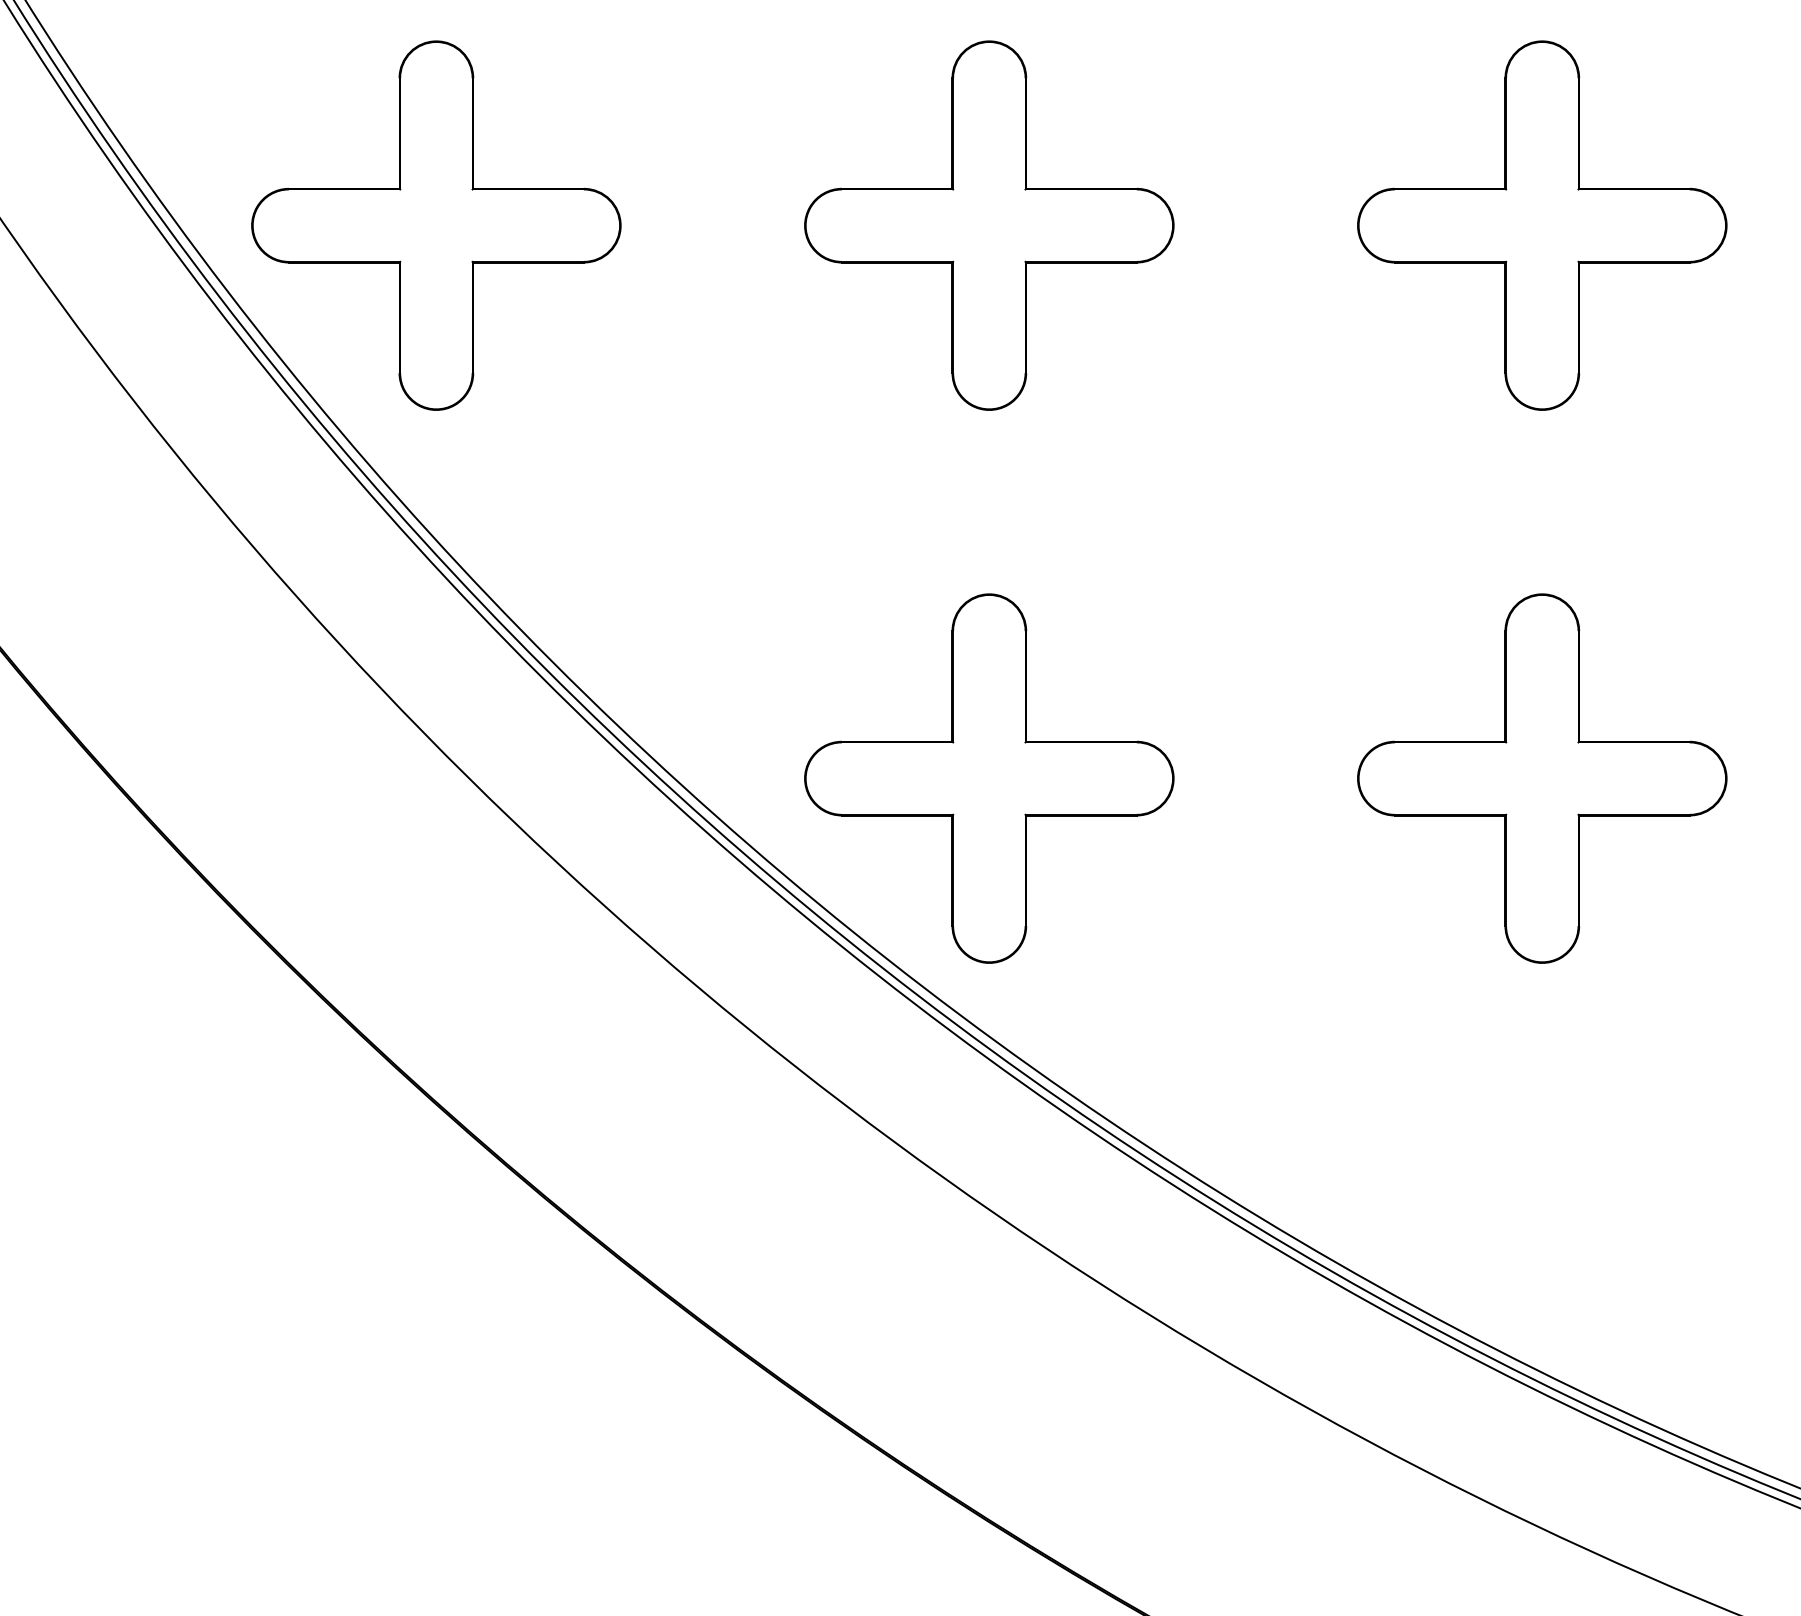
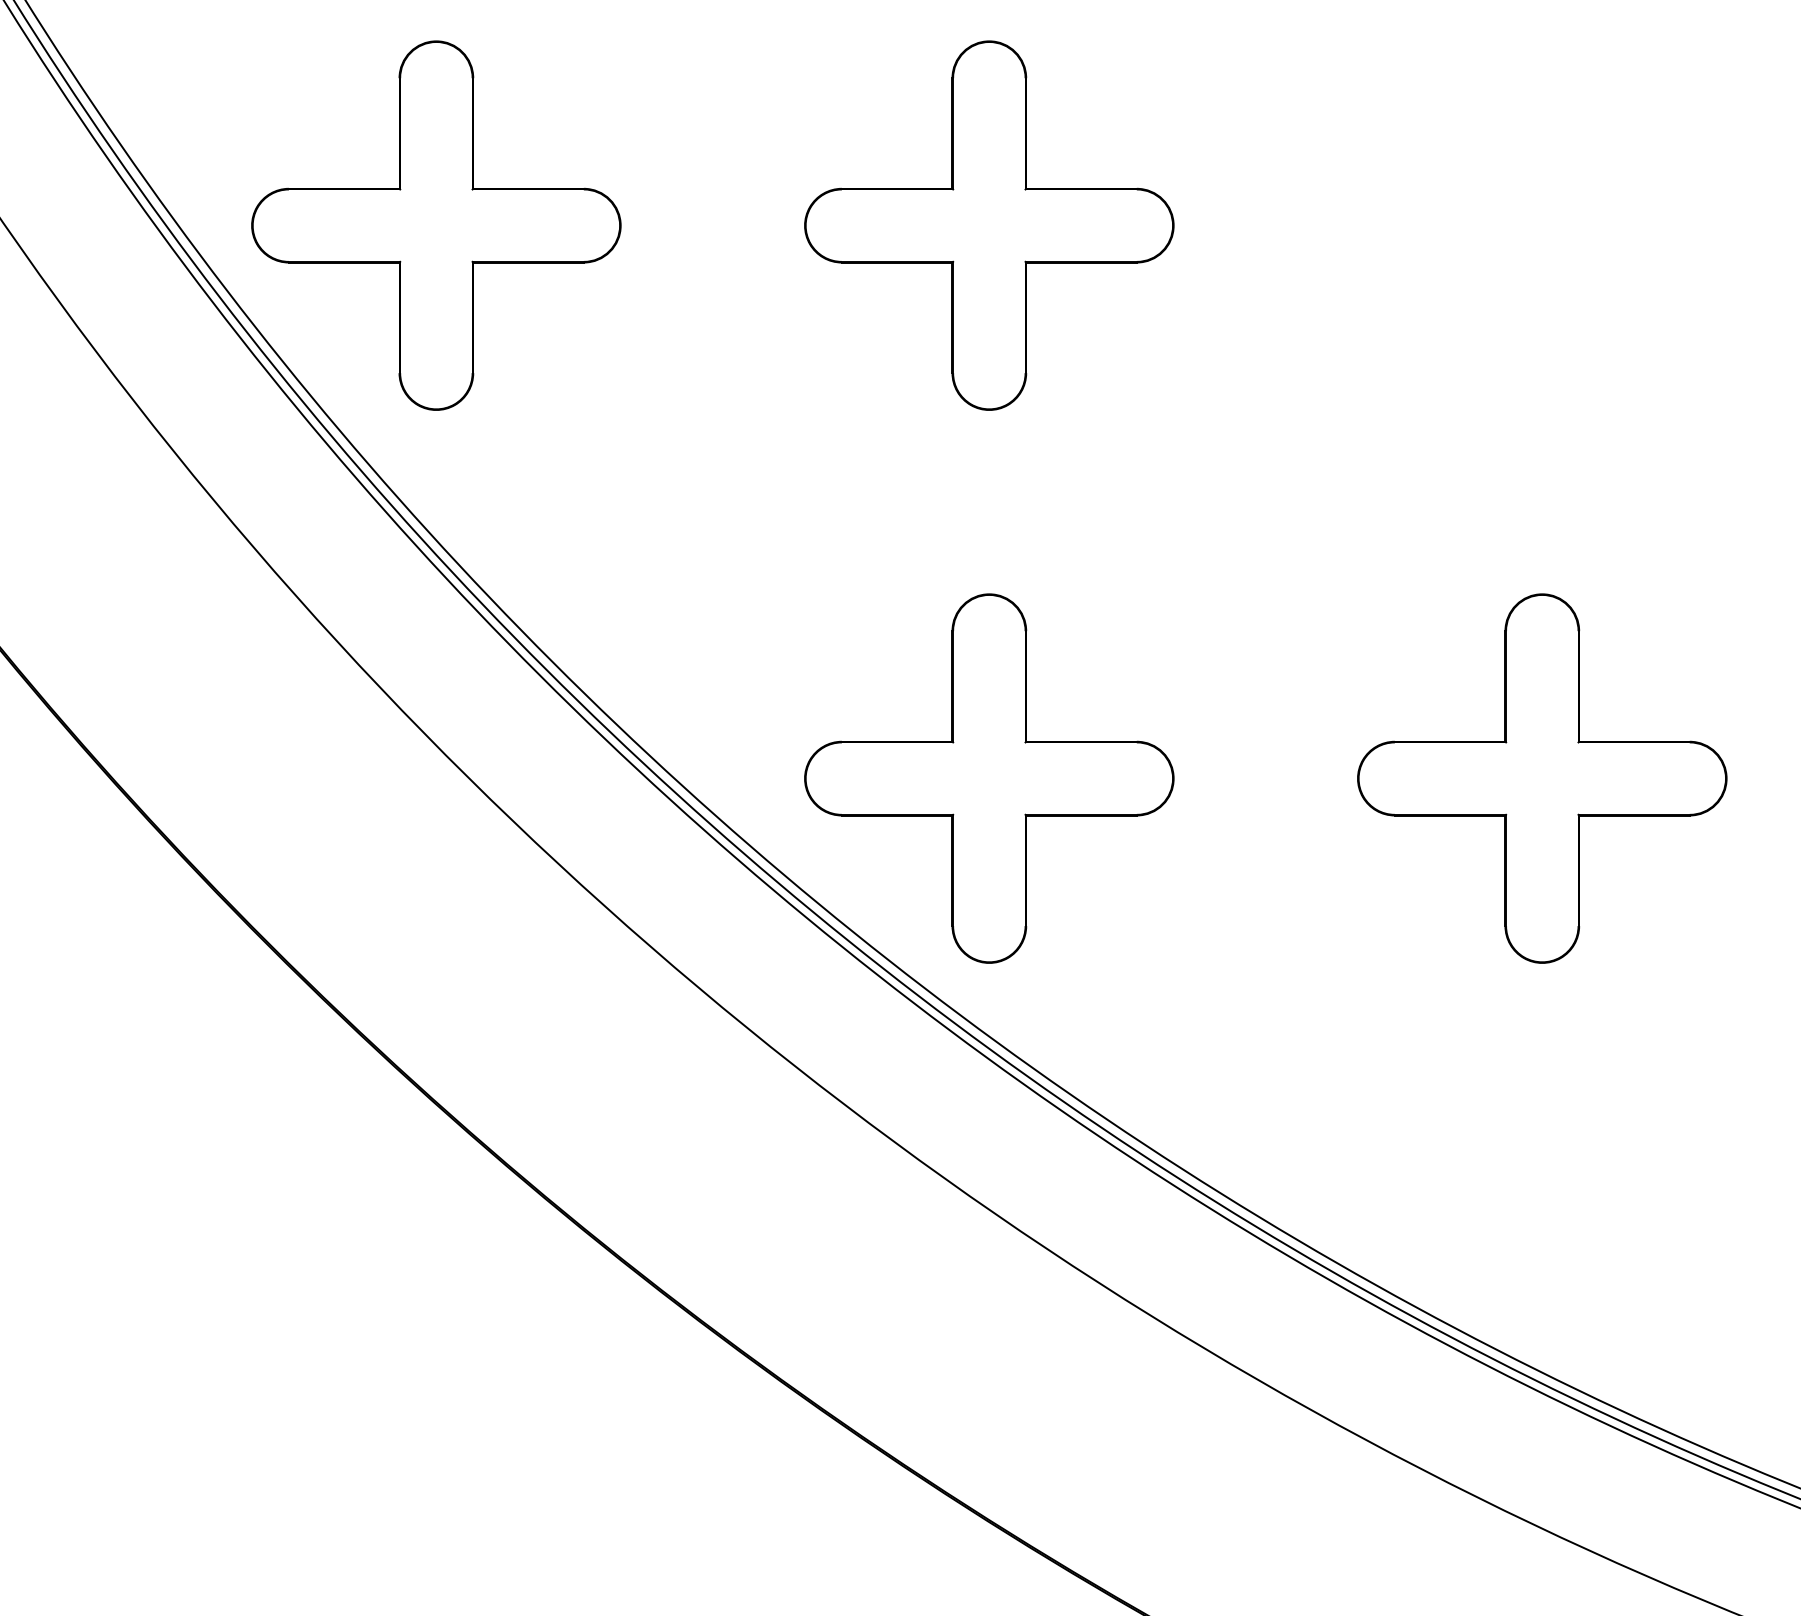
part at (1542, 225): present -> none
